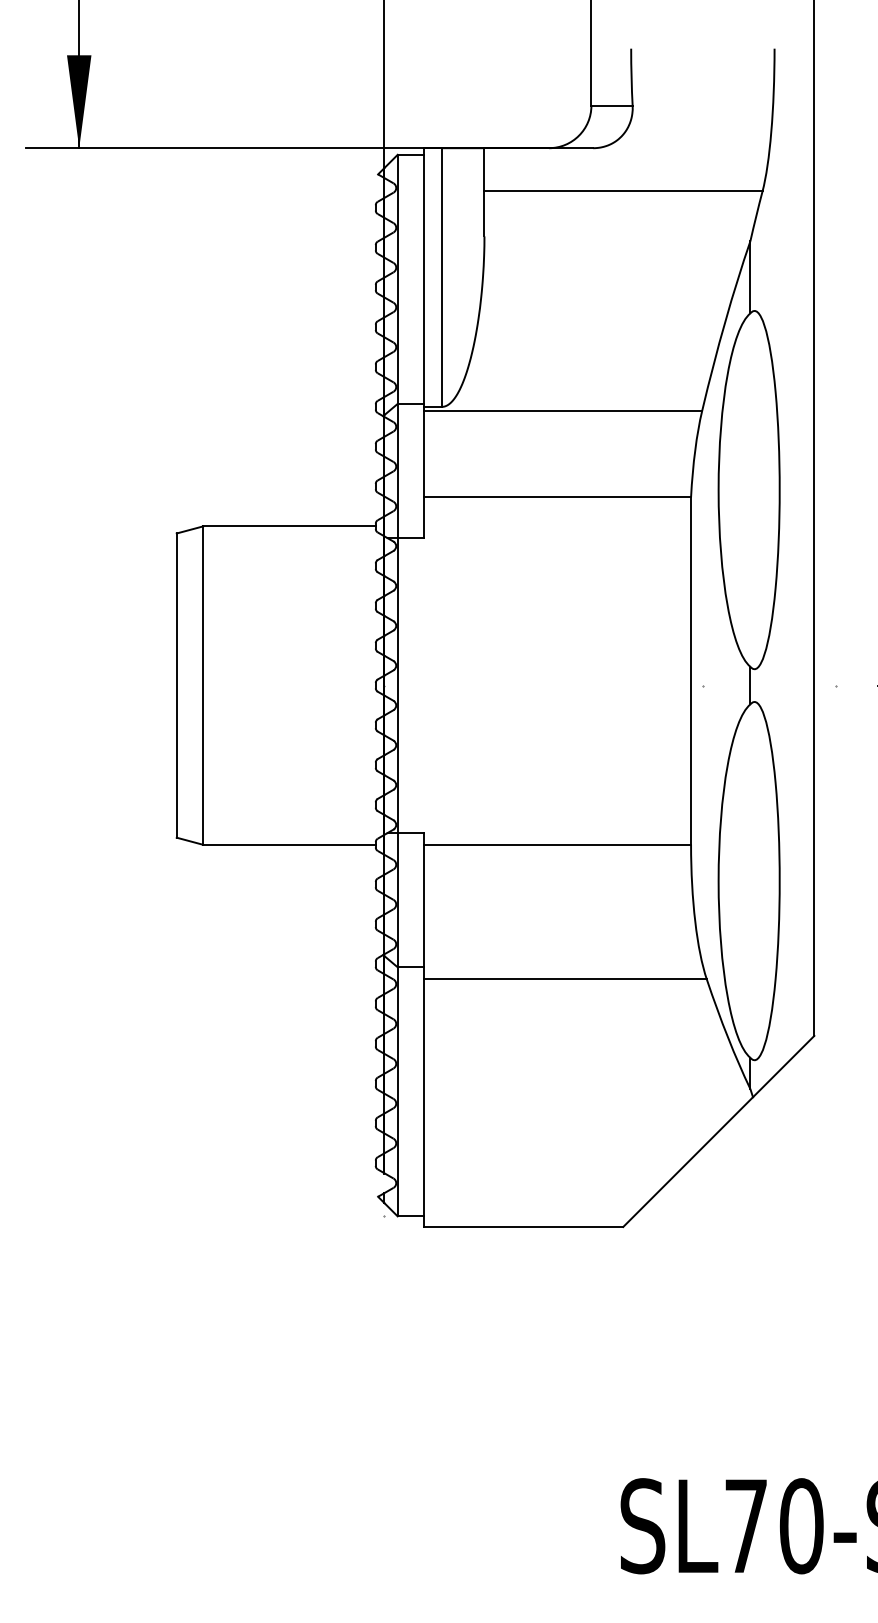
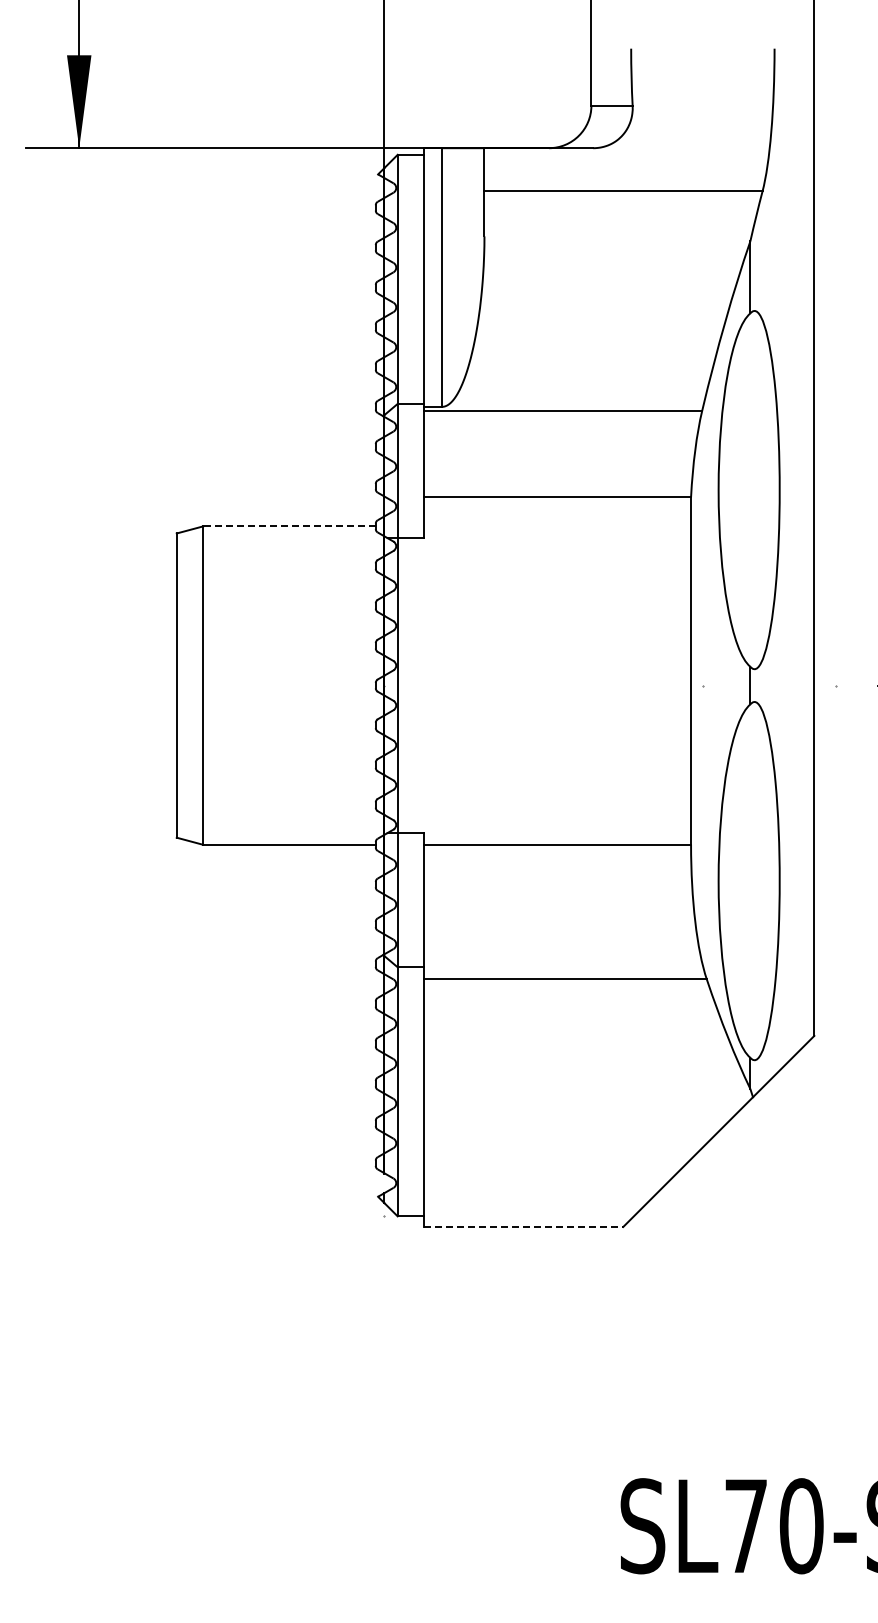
line at (289, 526): solid -> dashed
line at (523, 1226): solid -> dashed
